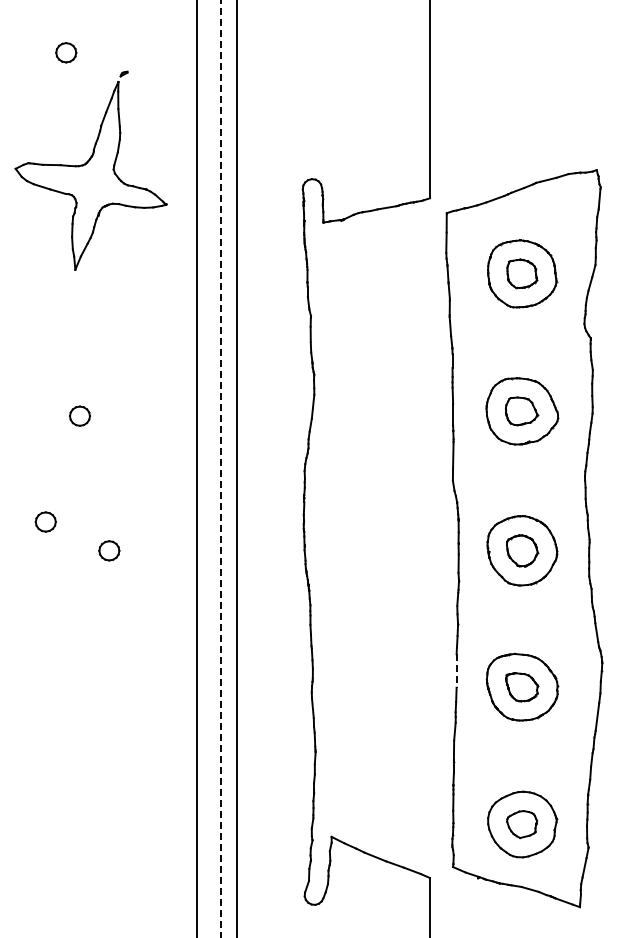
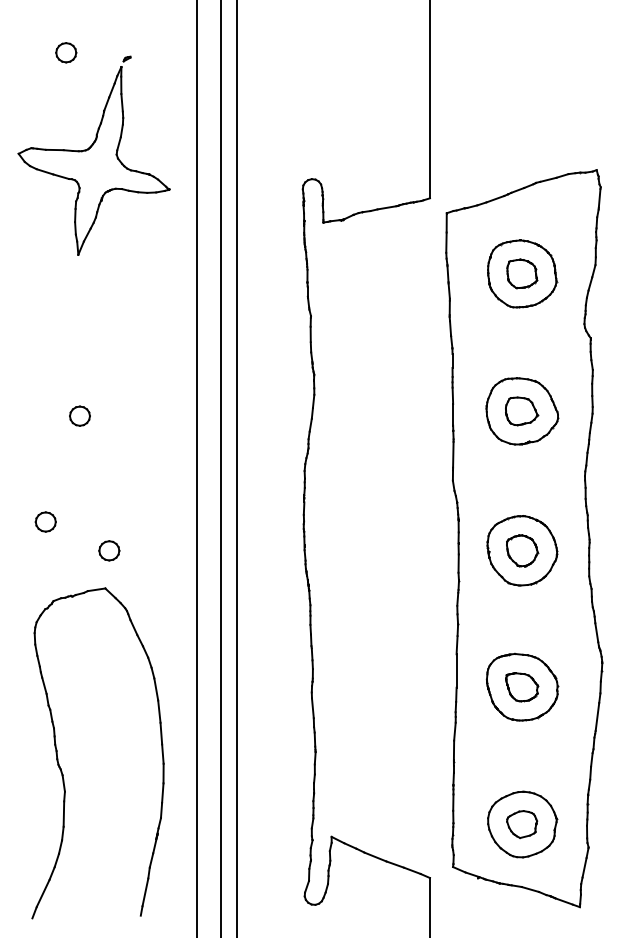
part at (90, 170) position: (90, 170) -> (93, 155)
line at (220, 469): dashed -> solid
line at (456, 671): dashed -> solid
part at (61, 768): none -> present
